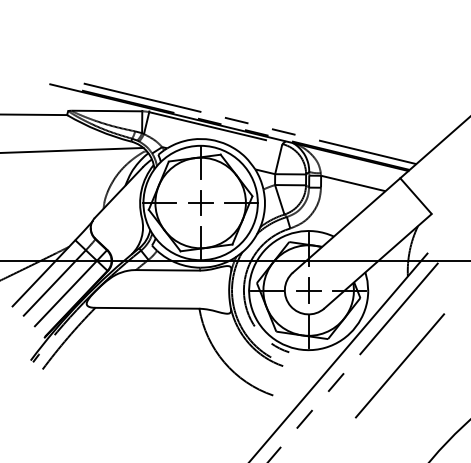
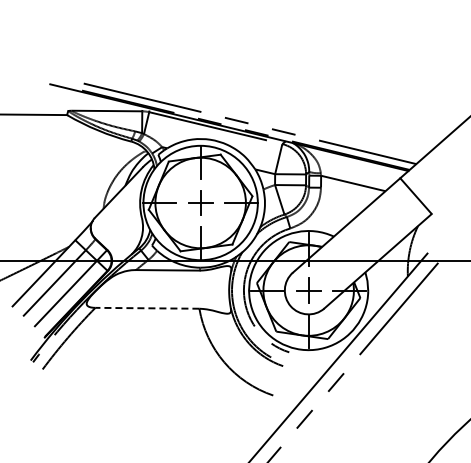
line at (72, 149): present -> none
line at (146, 308): solid -> dashed
line at (399, 365): present -> none
